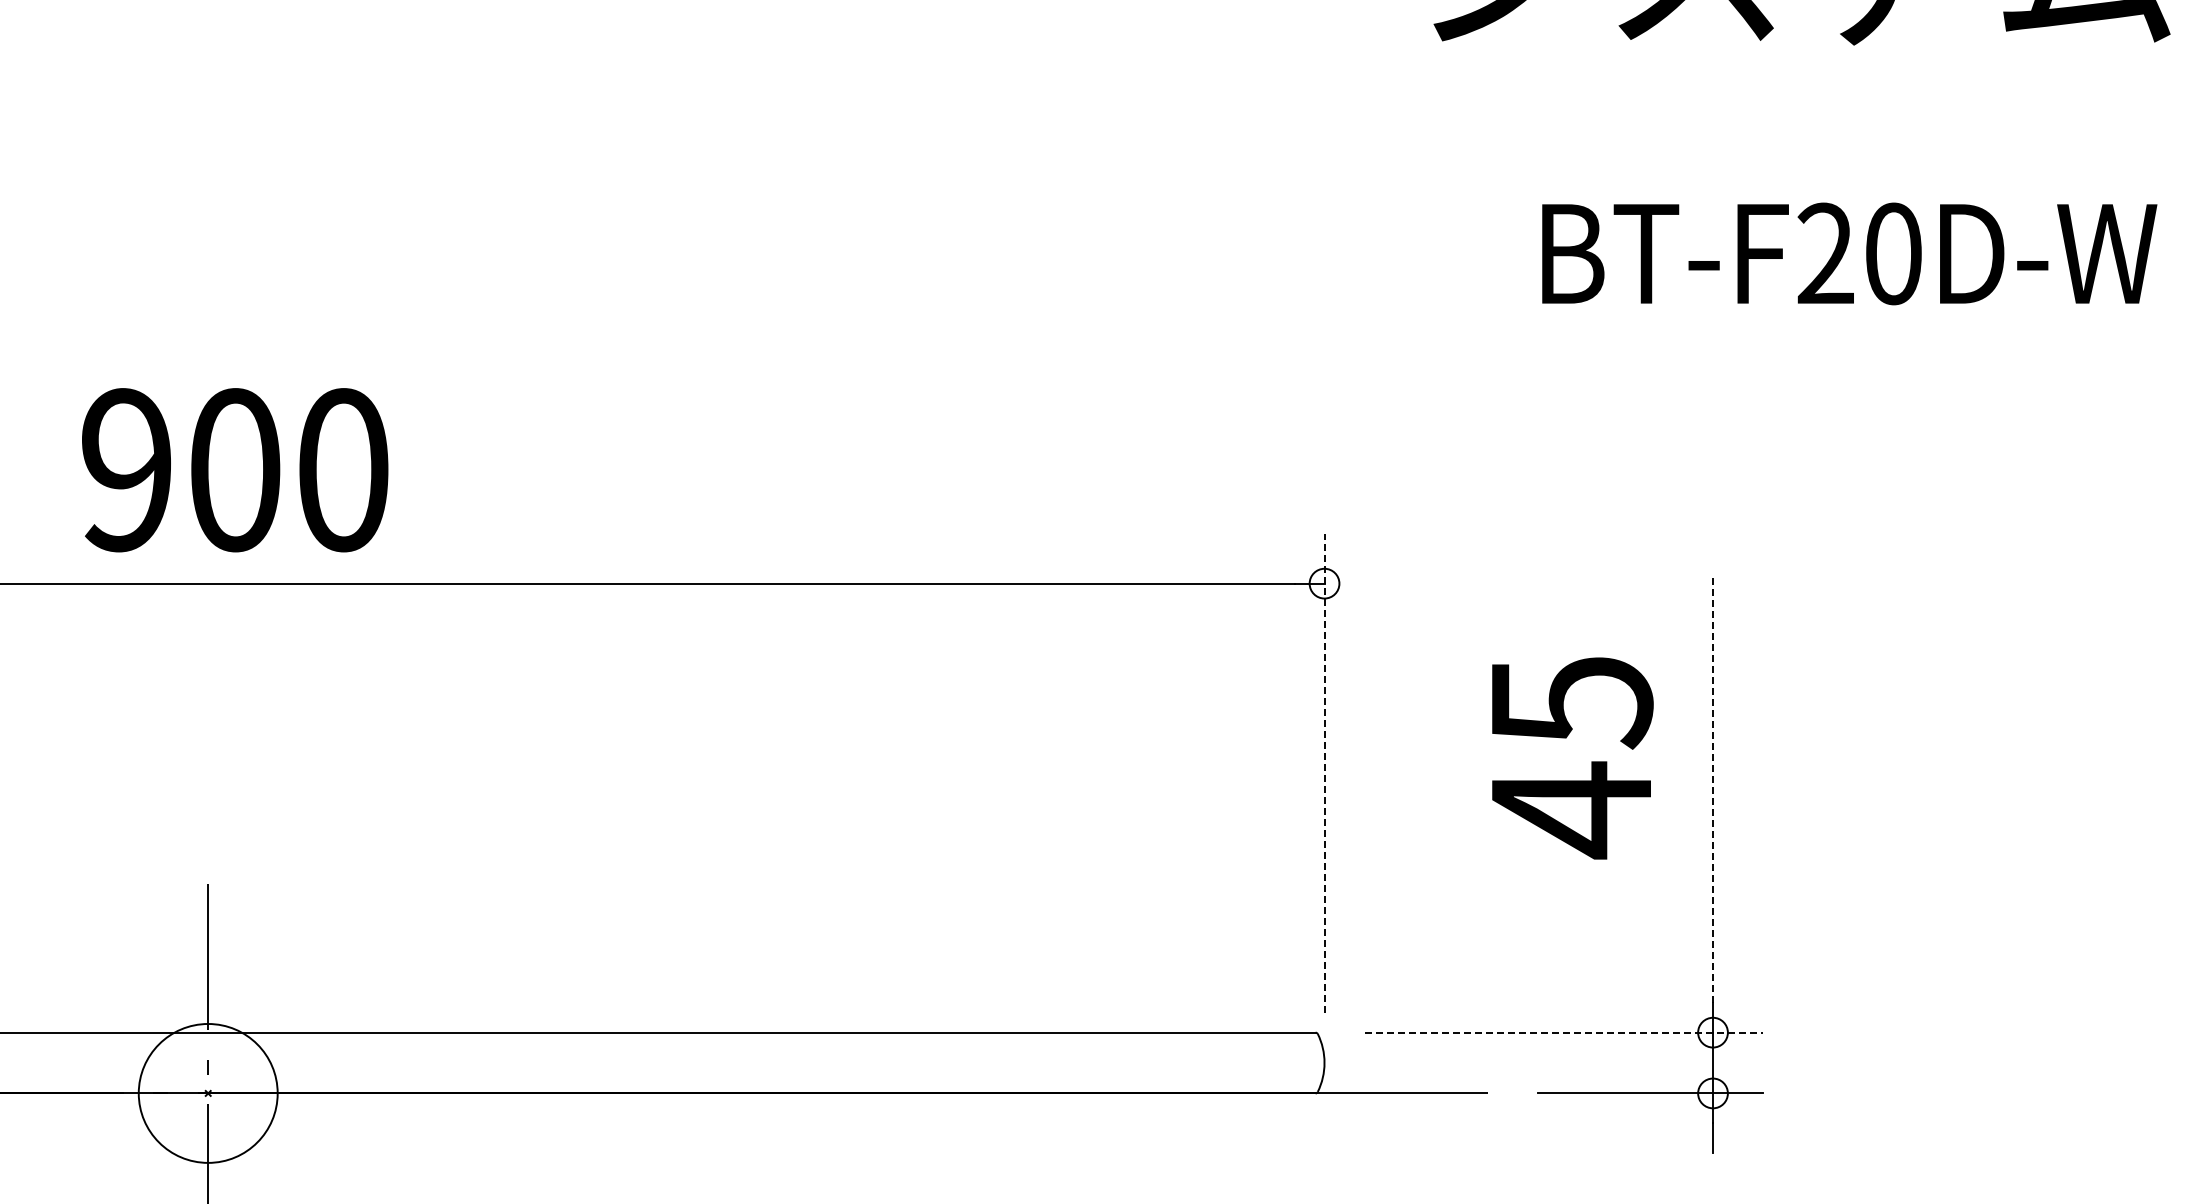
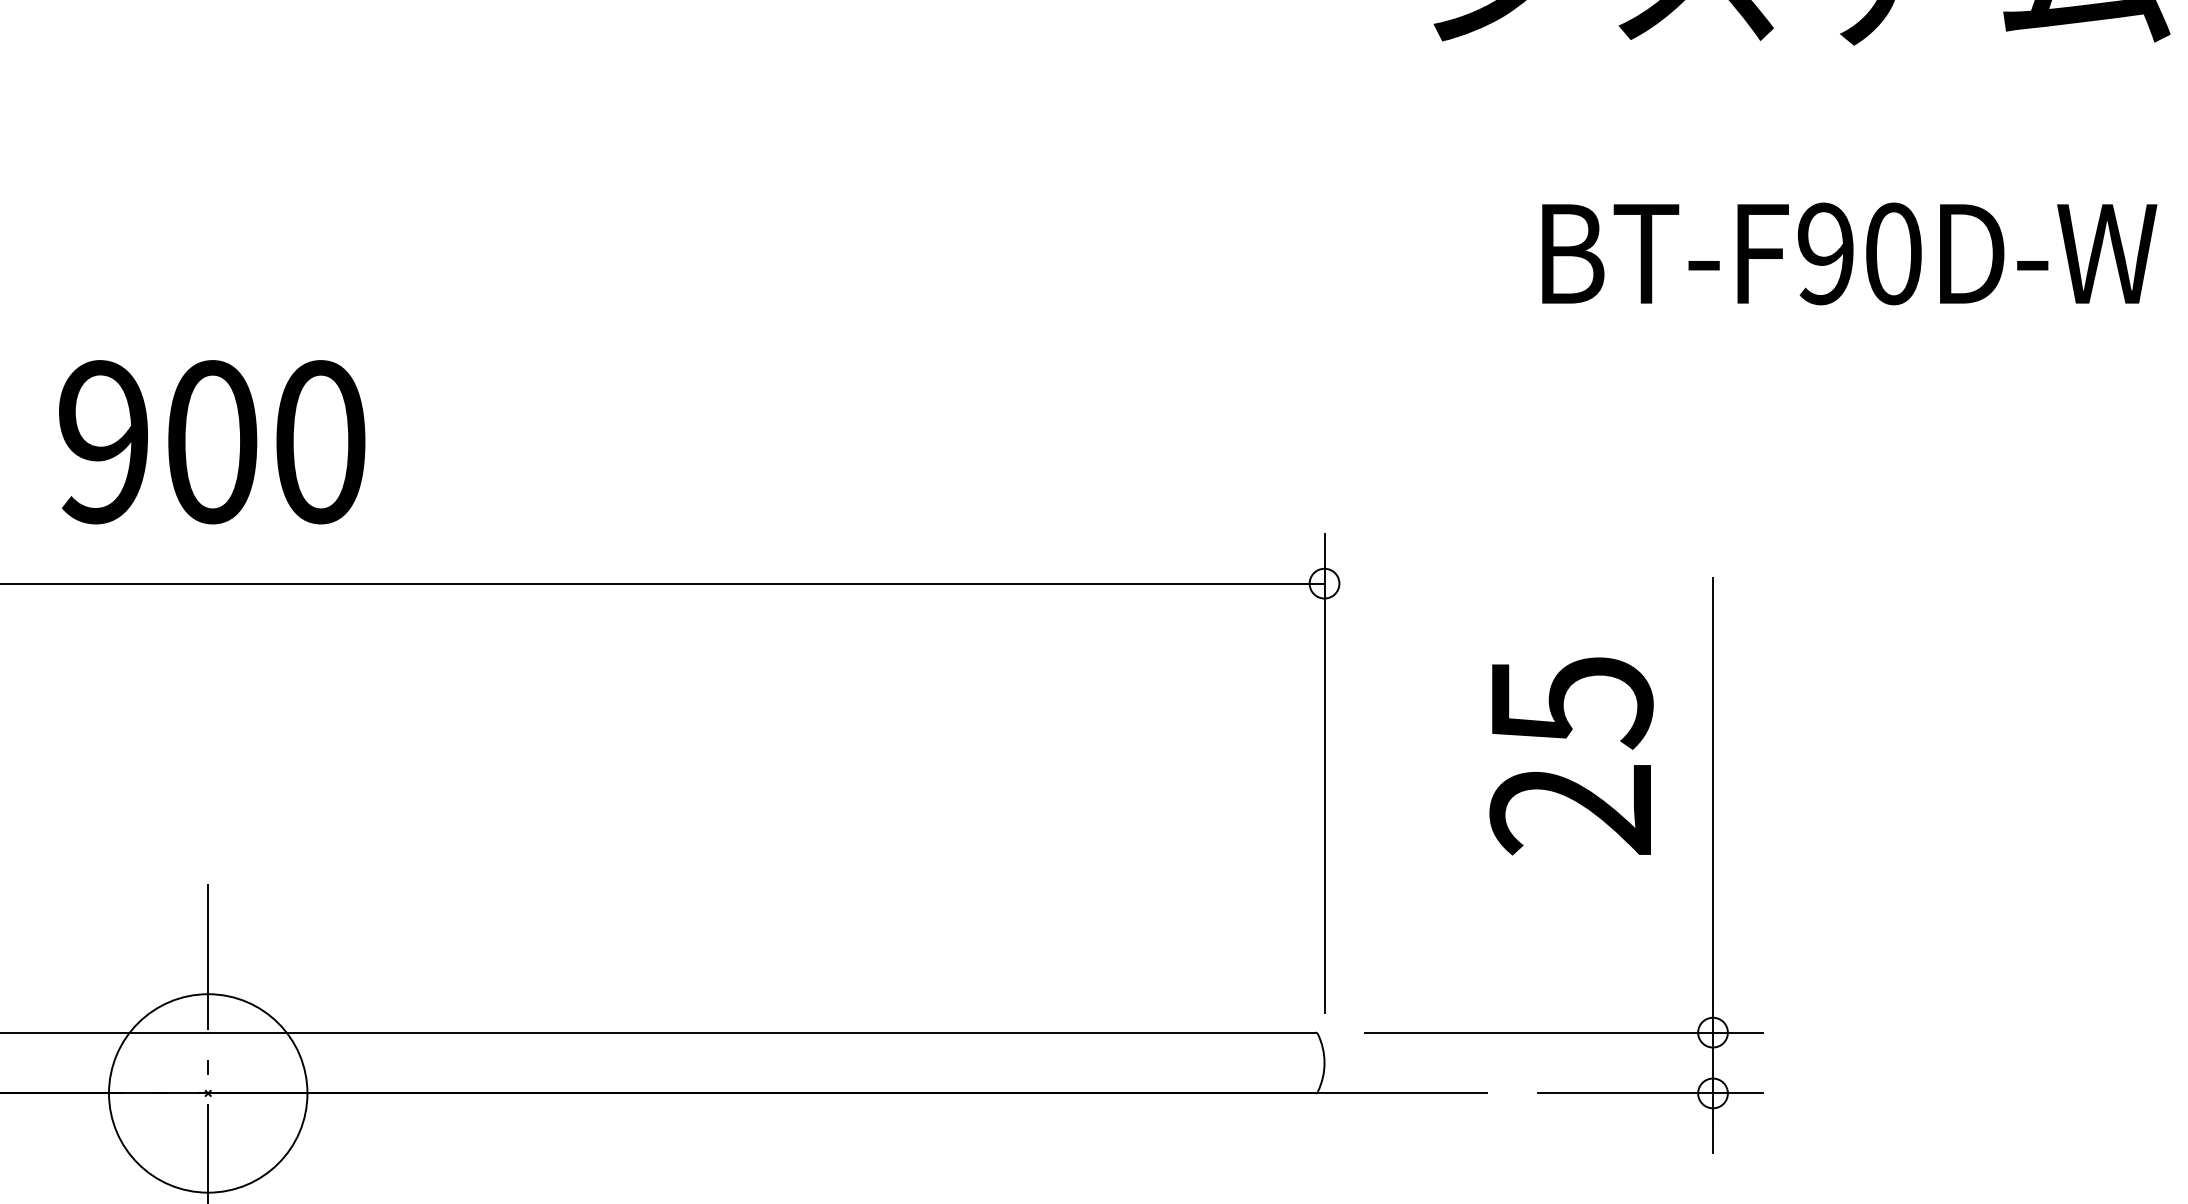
text at (1825, 253): BT-F20D-W -> BT-F90D-W
text at (235, 470) position: (235, 470) -> (212, 442)
line at (1324, 773): dashed -> solid
line at (1713, 790): dashed -> solid
text at (1569, 810): 45 -> 25
line at (1563, 1032): dashed -> solid
circle at (207, 1092) diameter: 139 px -> 198 px
